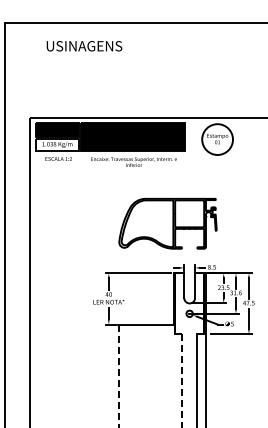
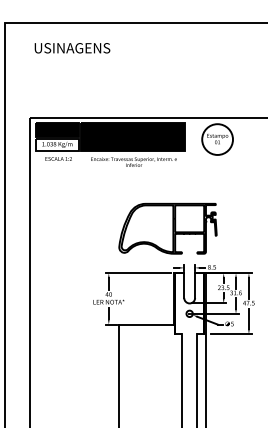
text at (84, 46) position: (84, 46) -> (72, 48)
part at (167, 223) position: (167, 223) -> (167, 228)
line at (119, 376): dashed -> solid
line at (181, 380): dashed -> solid
